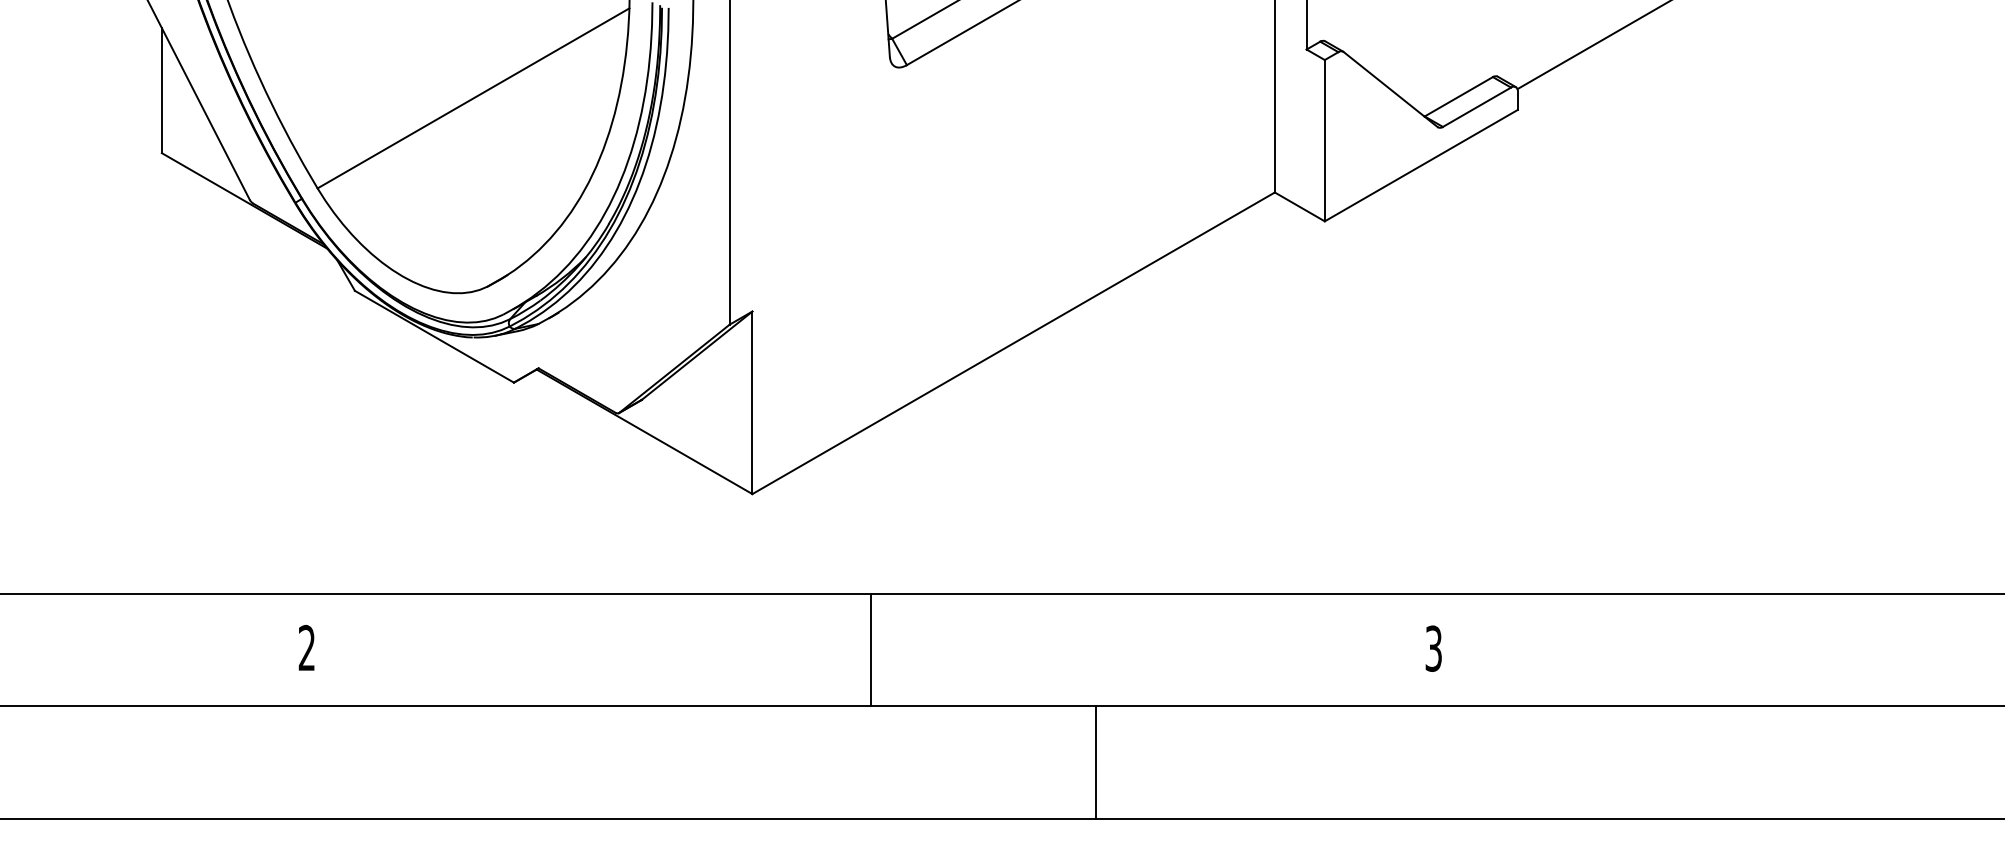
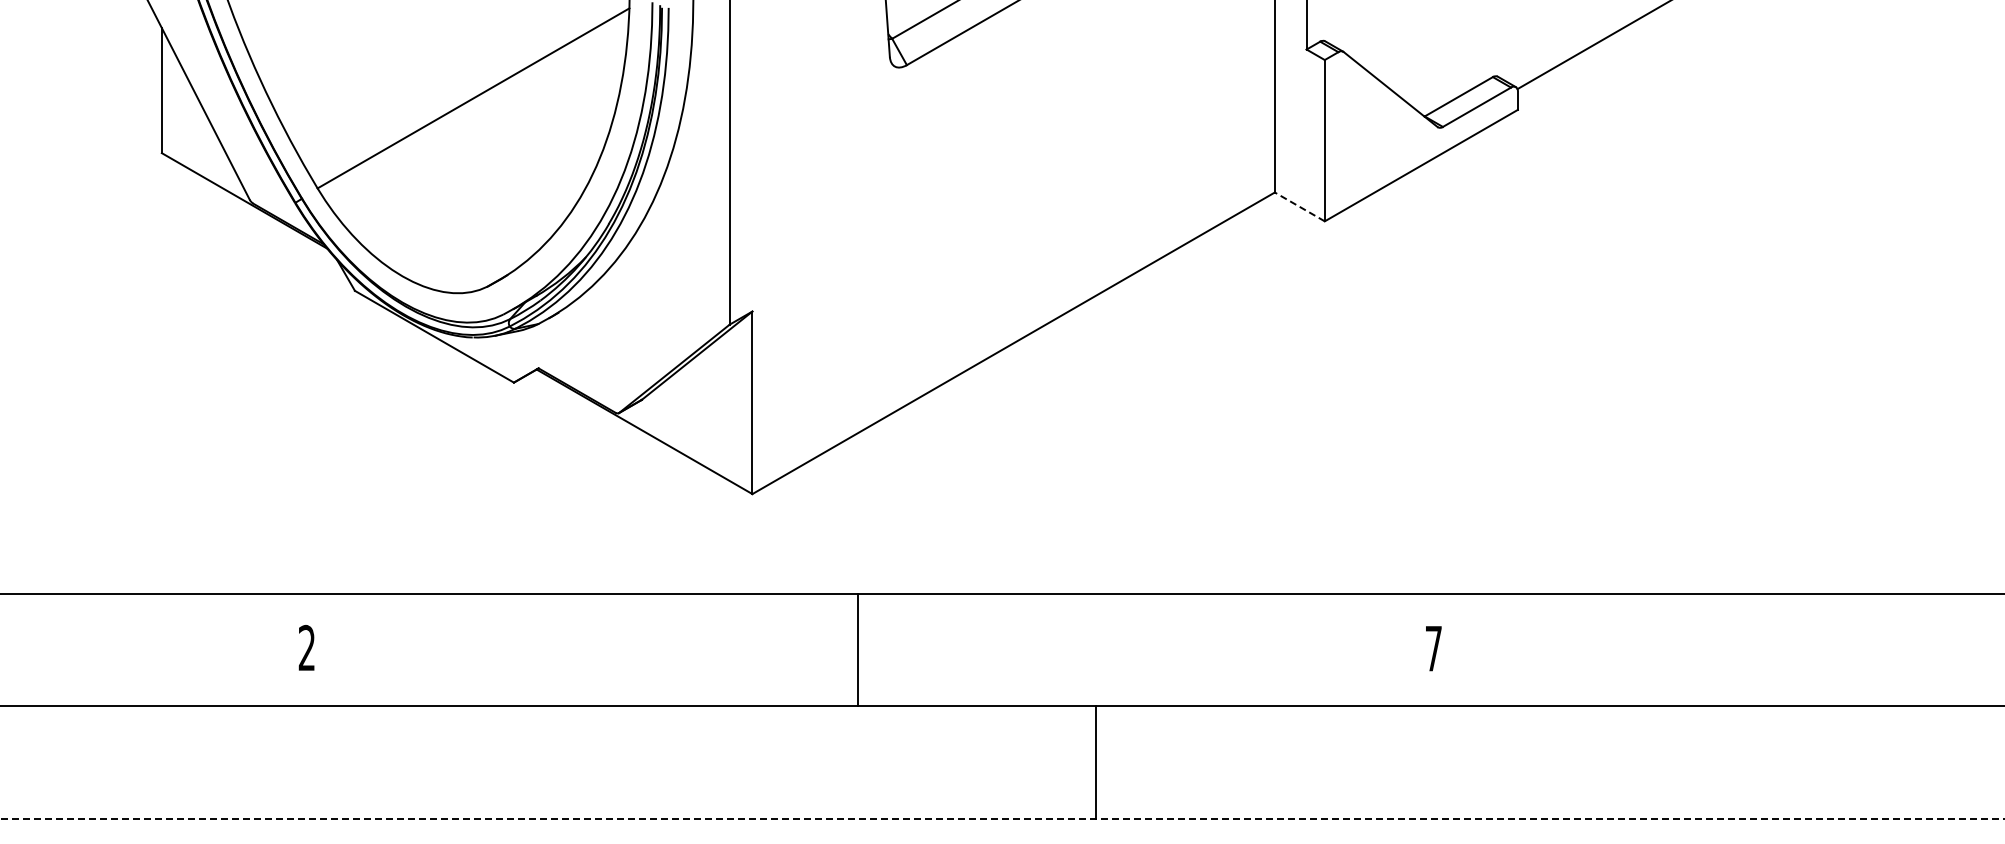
line at (1299, 206): solid -> dashed
text at (1433, 648): 3 -> 7
line at (870, 649) position: (870, 649) -> (857, 649)
line at (1003, 818): solid -> dashed
